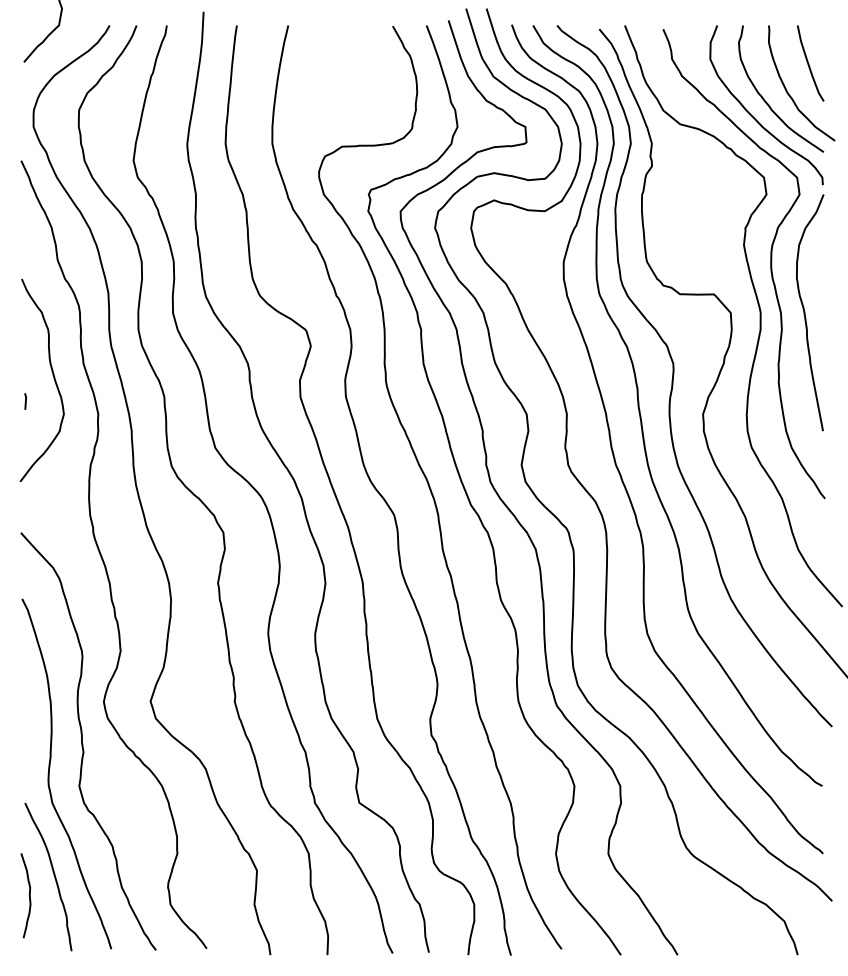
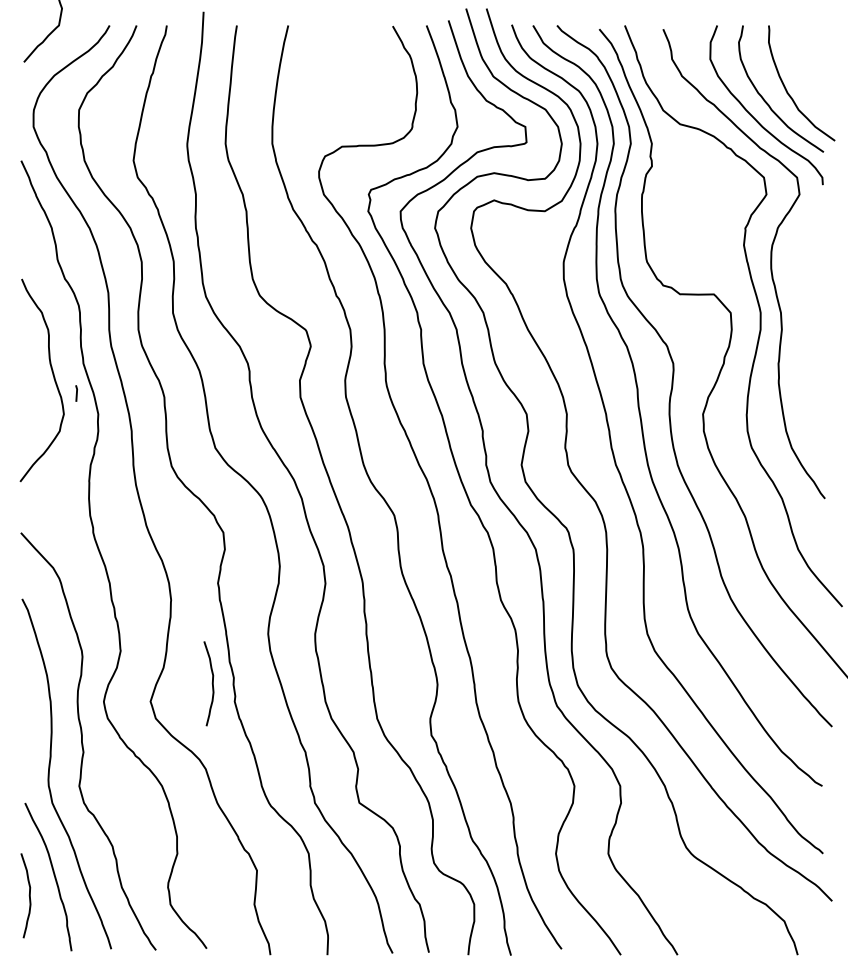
curve at (809, 63): present -> none
curve at (805, 312): present -> none
line at (25, 401) position: (25, 401) -> (76, 393)
curve at (211, 683): none -> present
